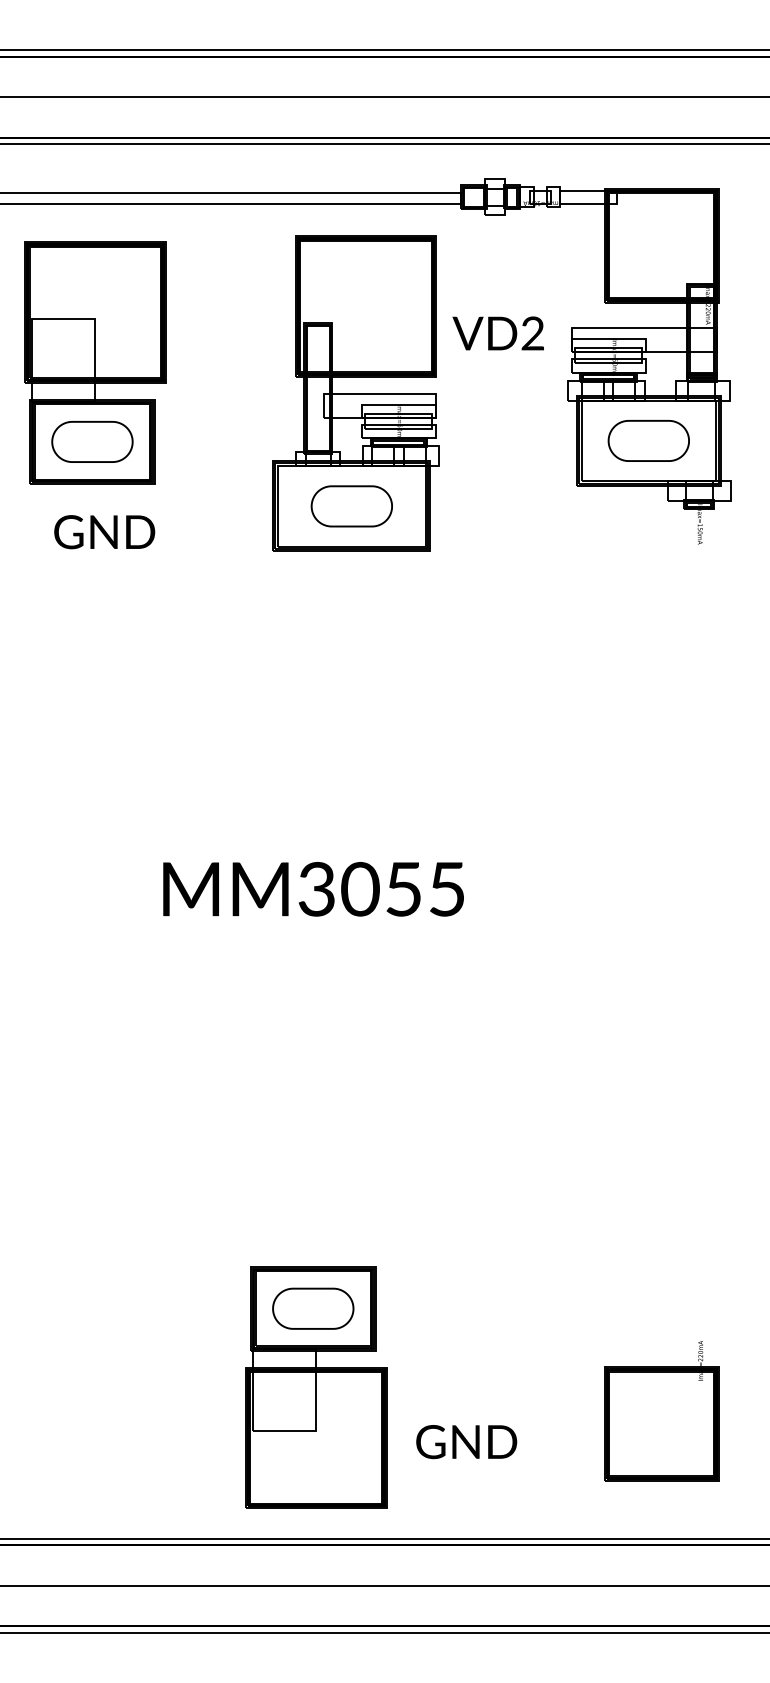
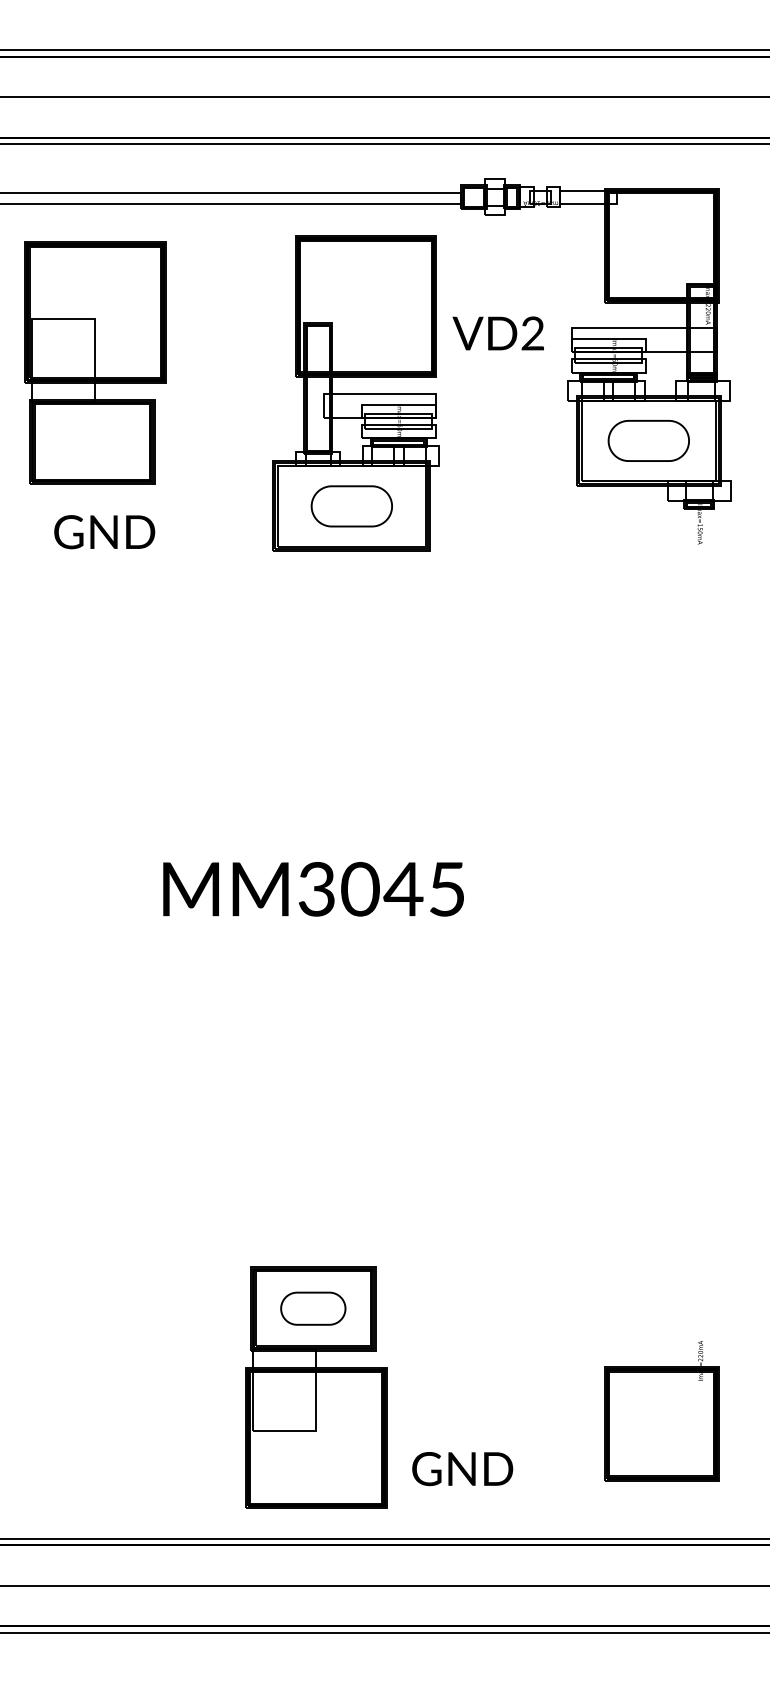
part at (92, 441): present -> none
text at (403, 889): MM3055 -> MM3045
part at (313, 1308) size: 83x43 px -> 67x35 px
text at (466, 1442) position: (466, 1442) -> (462, 1469)
